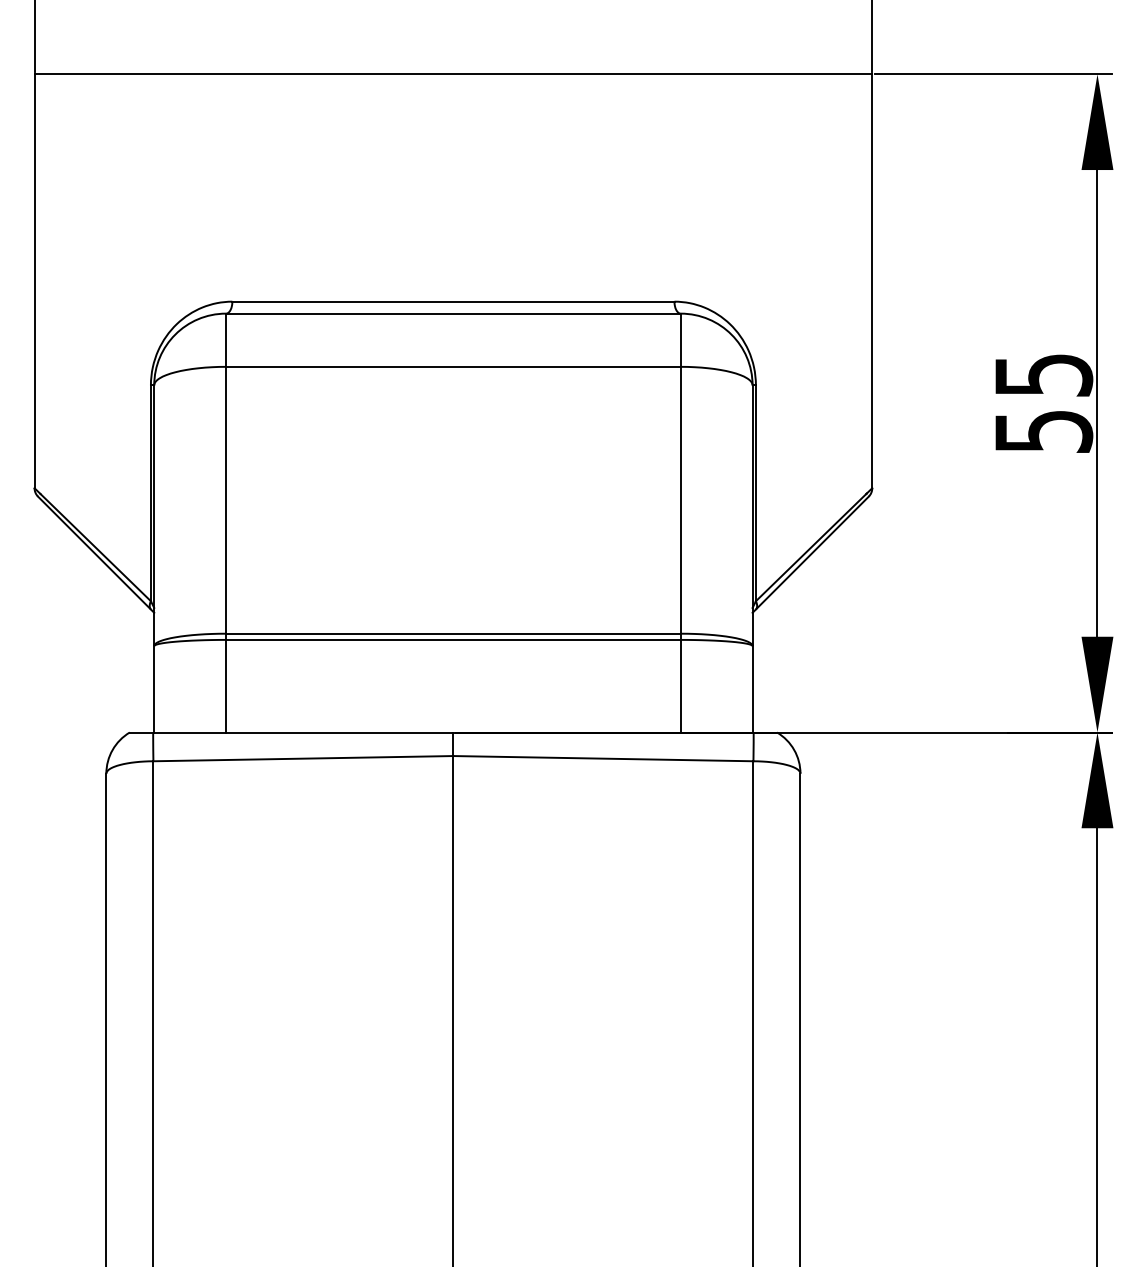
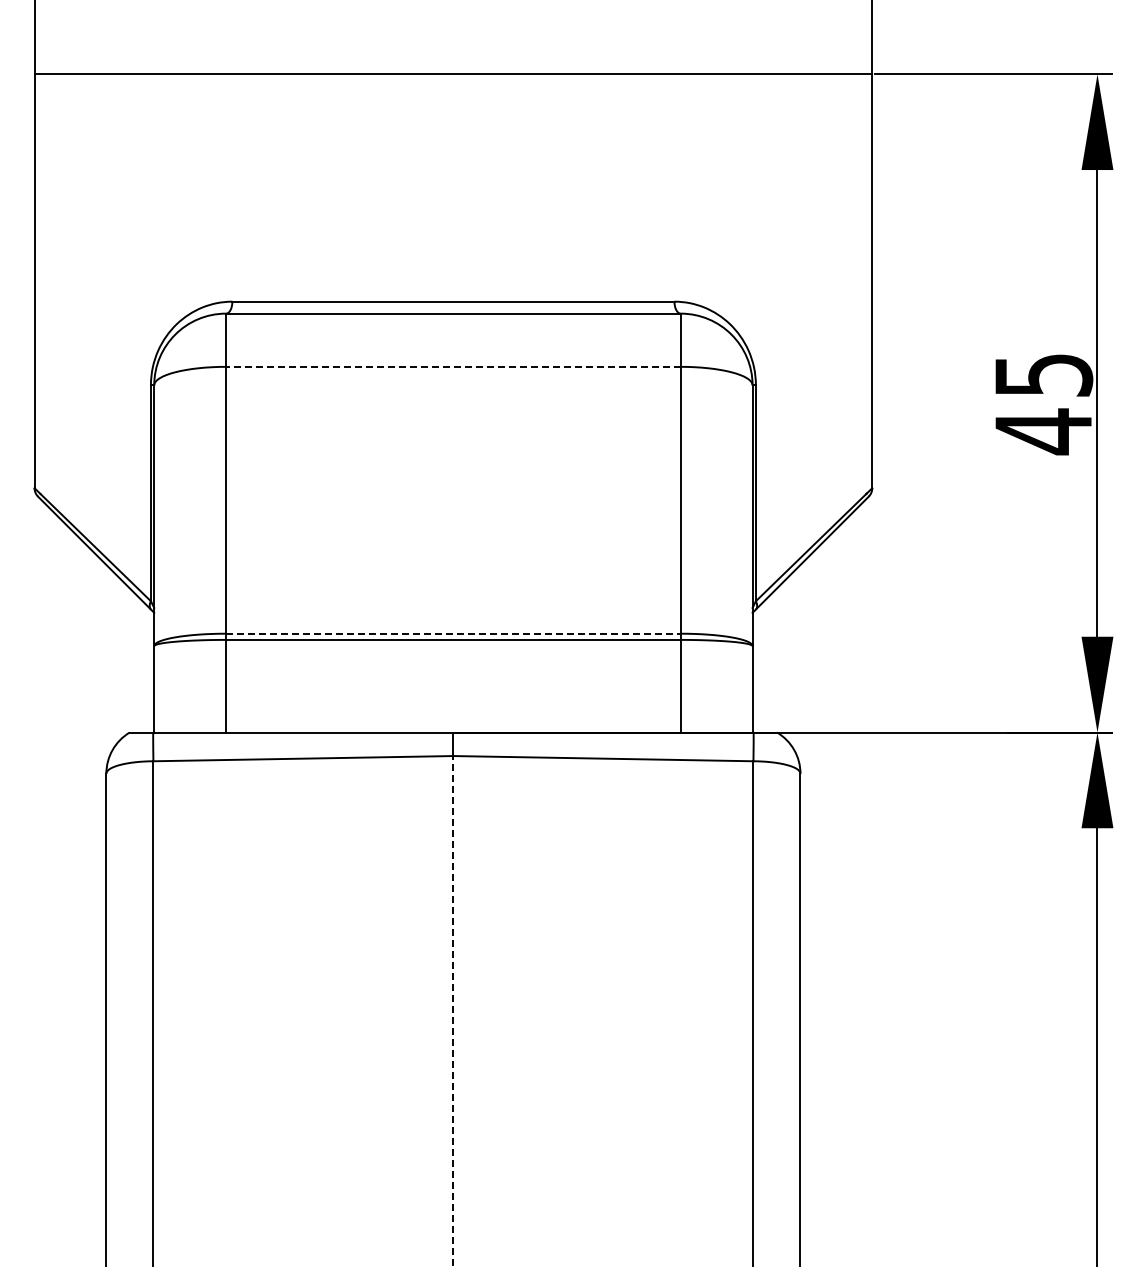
line at (452, 366): solid -> dashed
text at (1044, 431): 55 -> 45
line at (453, 633): solid -> dashed
line at (453, 1010): solid -> dashed
